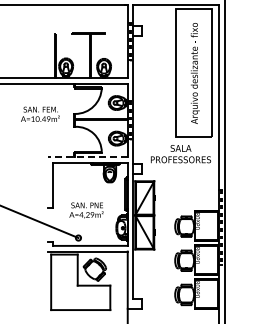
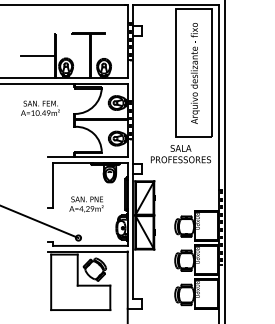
line at (37, 55): none -> present
text at (40, 113) position: (40, 113) -> (40, 107)
line at (87, 157): dashed -> solid
text at (86, 210) position: (86, 210) -> (86, 204)
